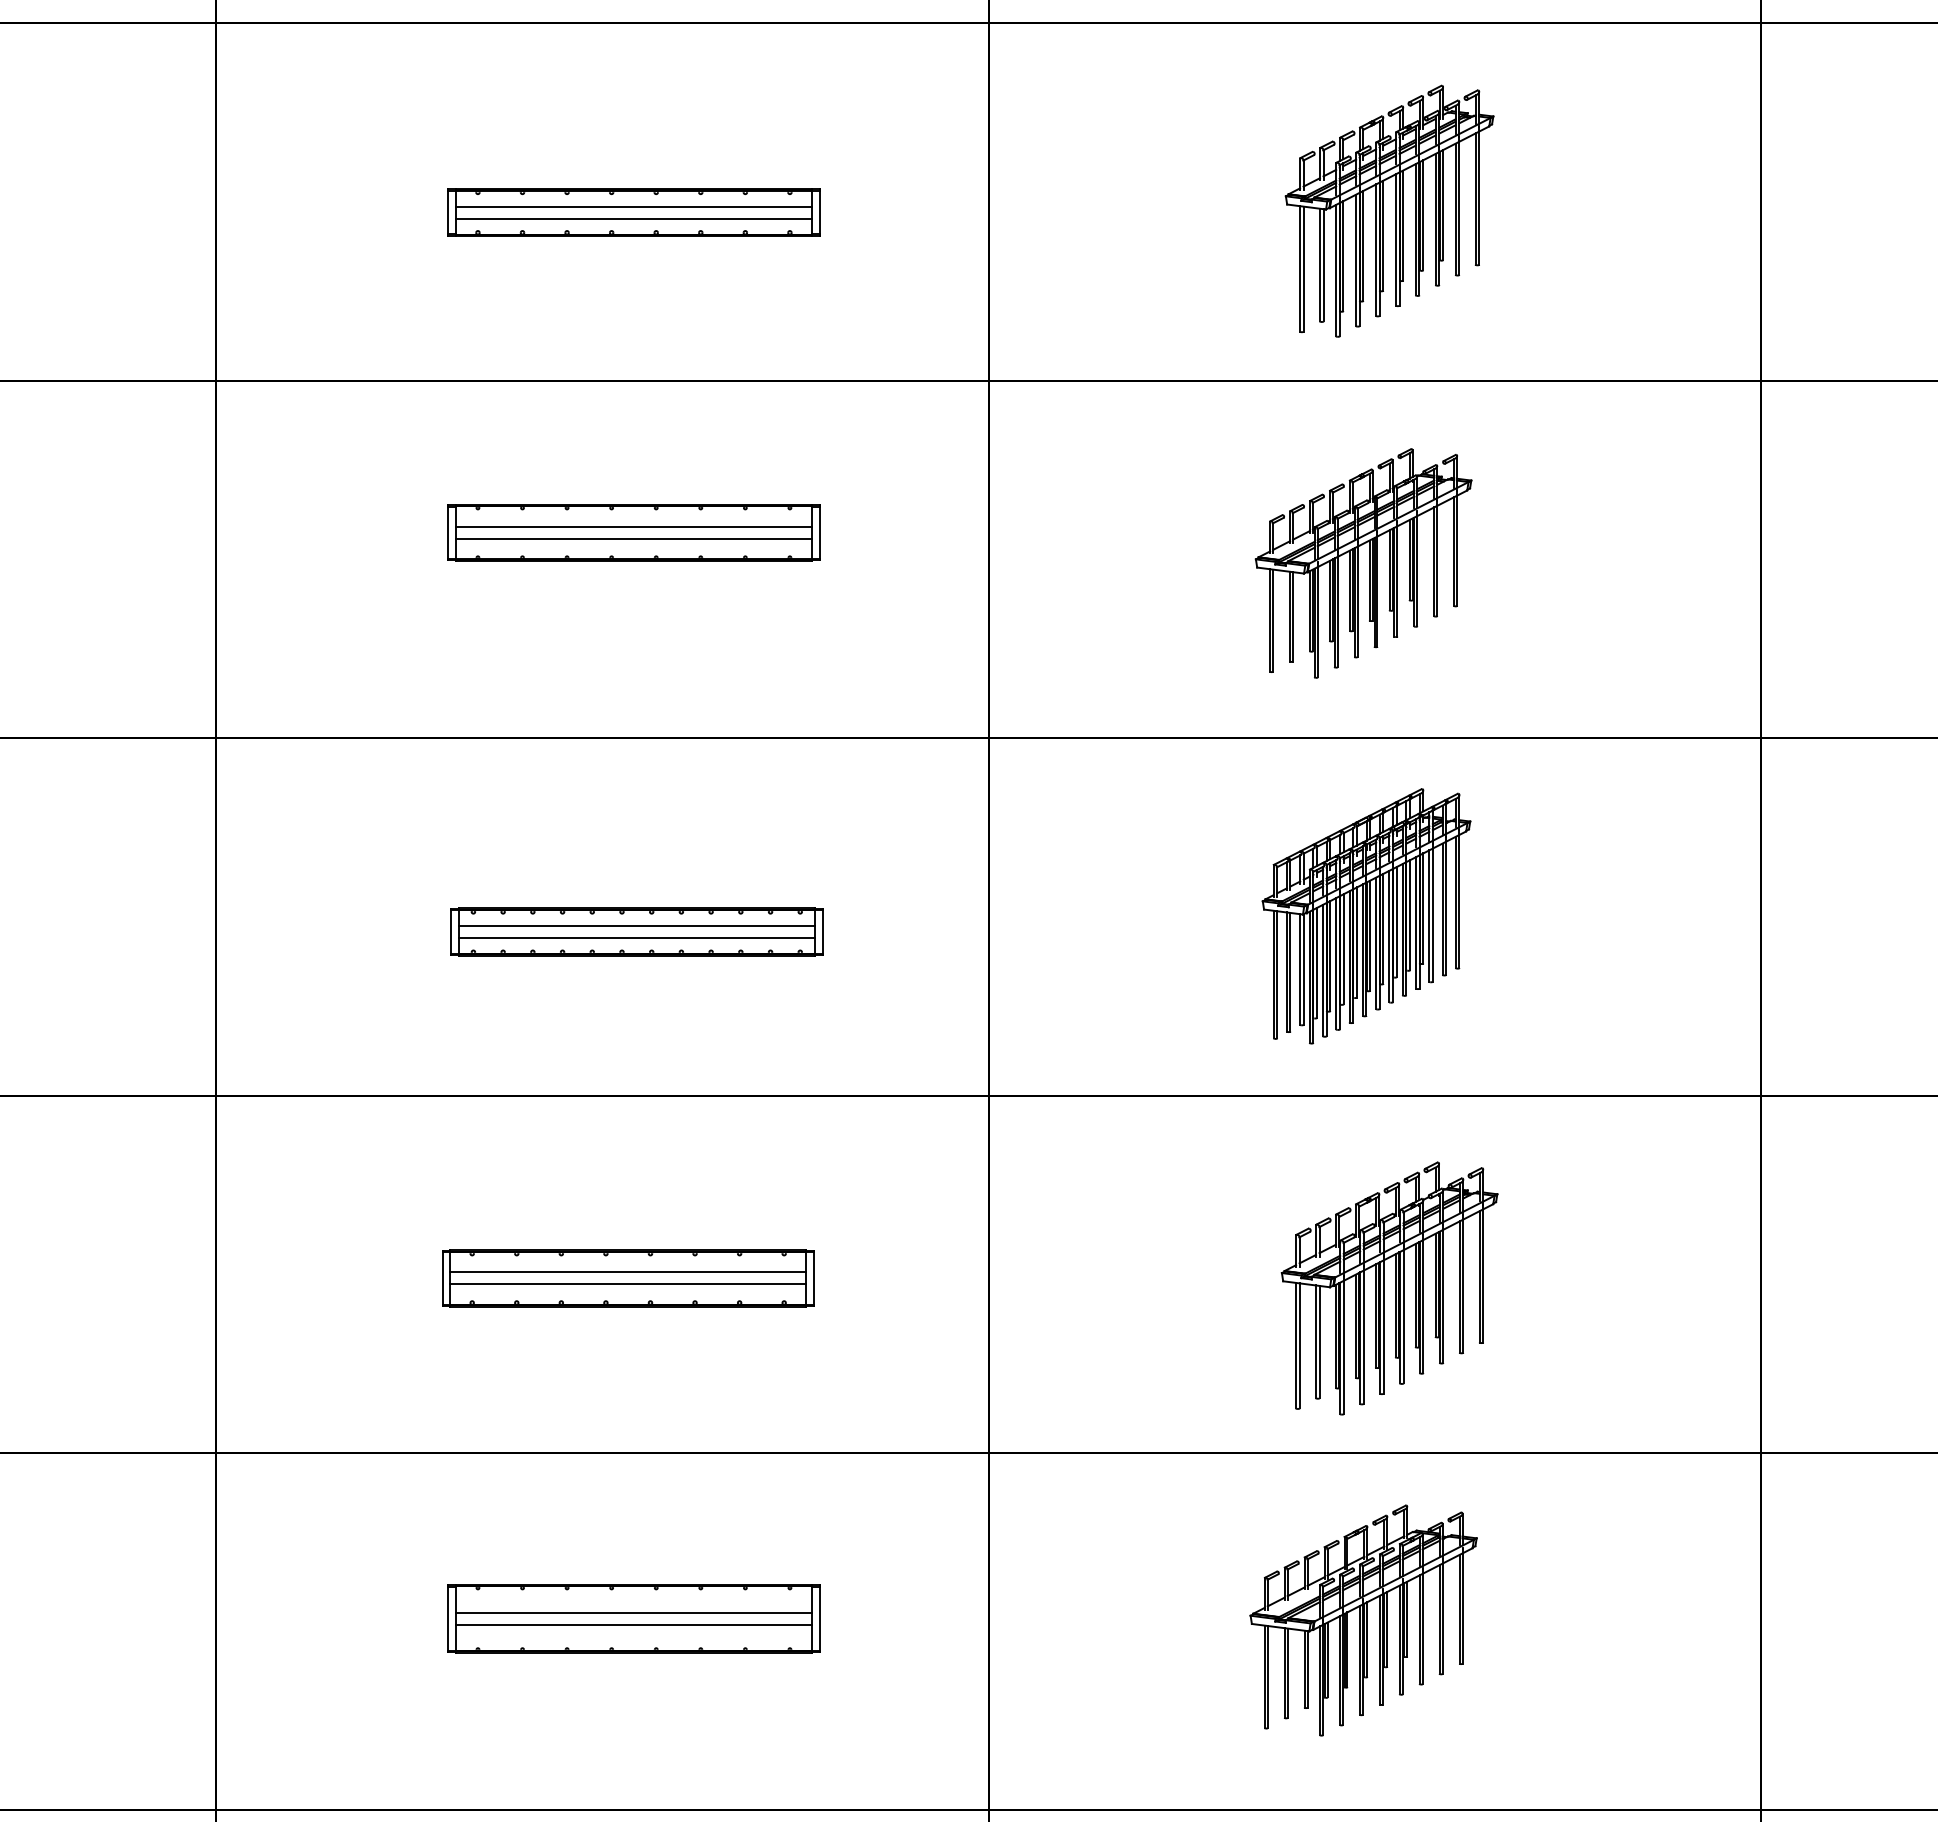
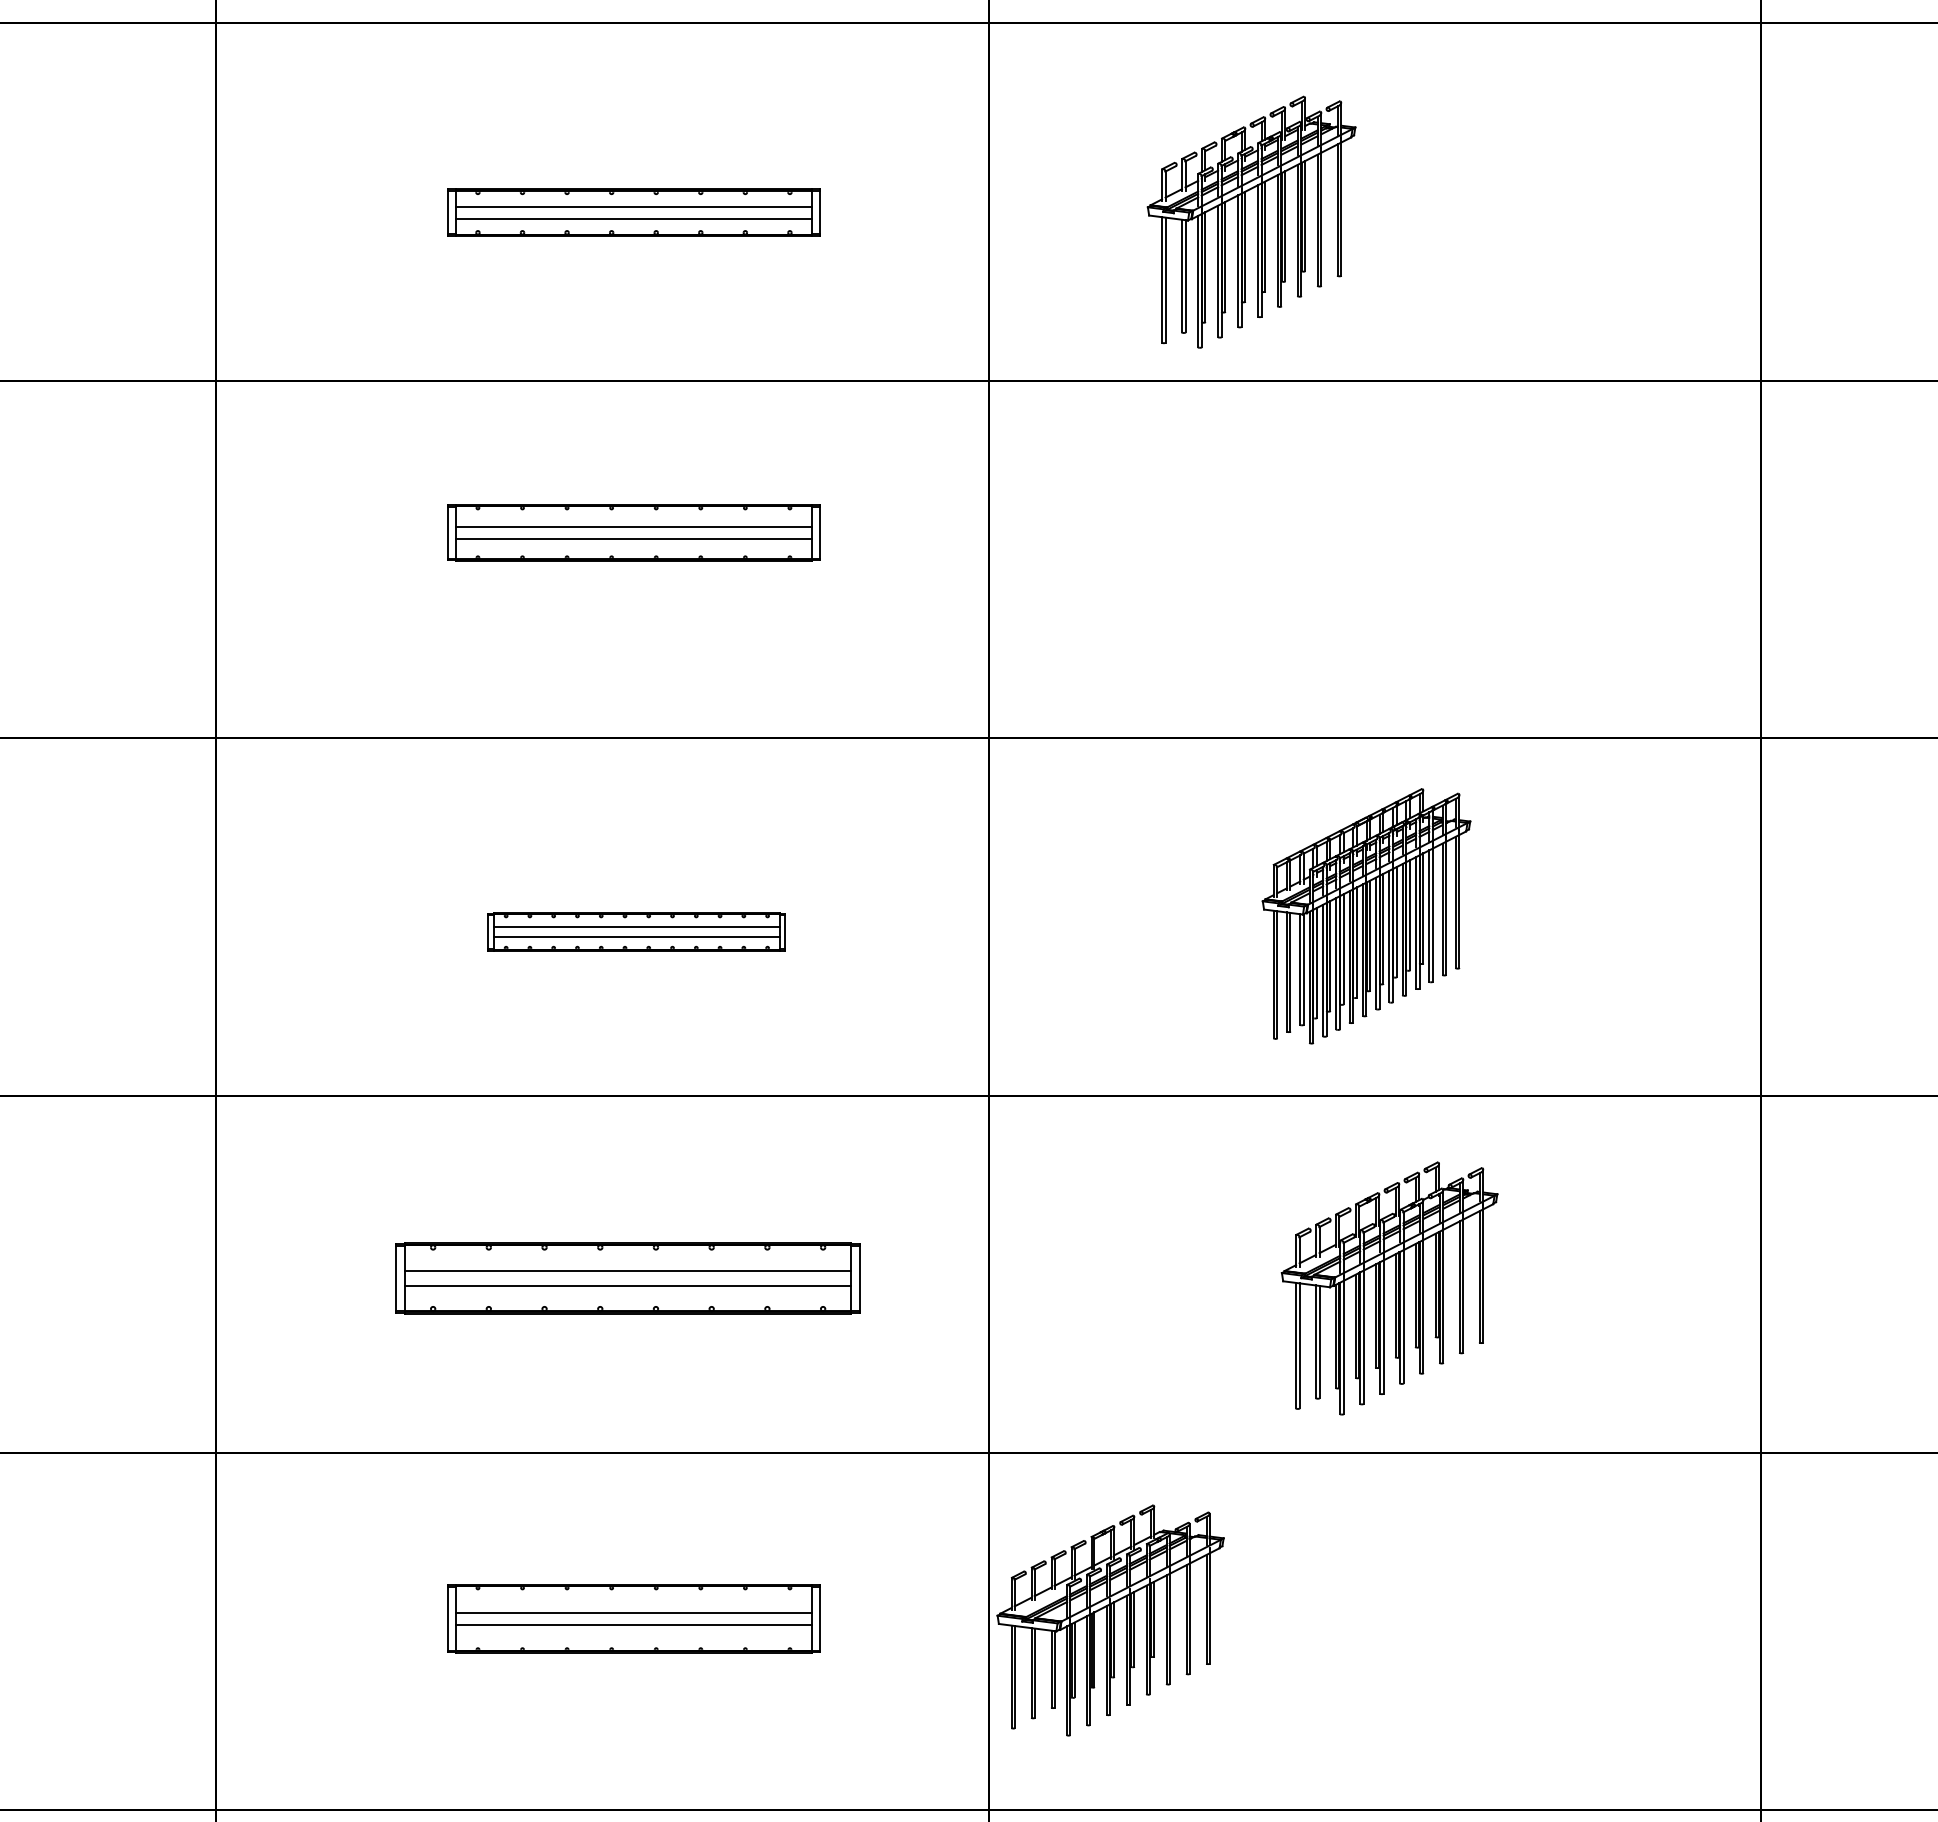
part at (1389, 210) position: (1389, 210) -> (1251, 221)
part at (1363, 563): present -> none
part at (636, 931) size: 374x50 px -> 299x40 px
part at (628, 1278) size: 373x59 px -> 466x73 px
part at (1363, 1620) position: (1363, 1620) -> (1110, 1620)
